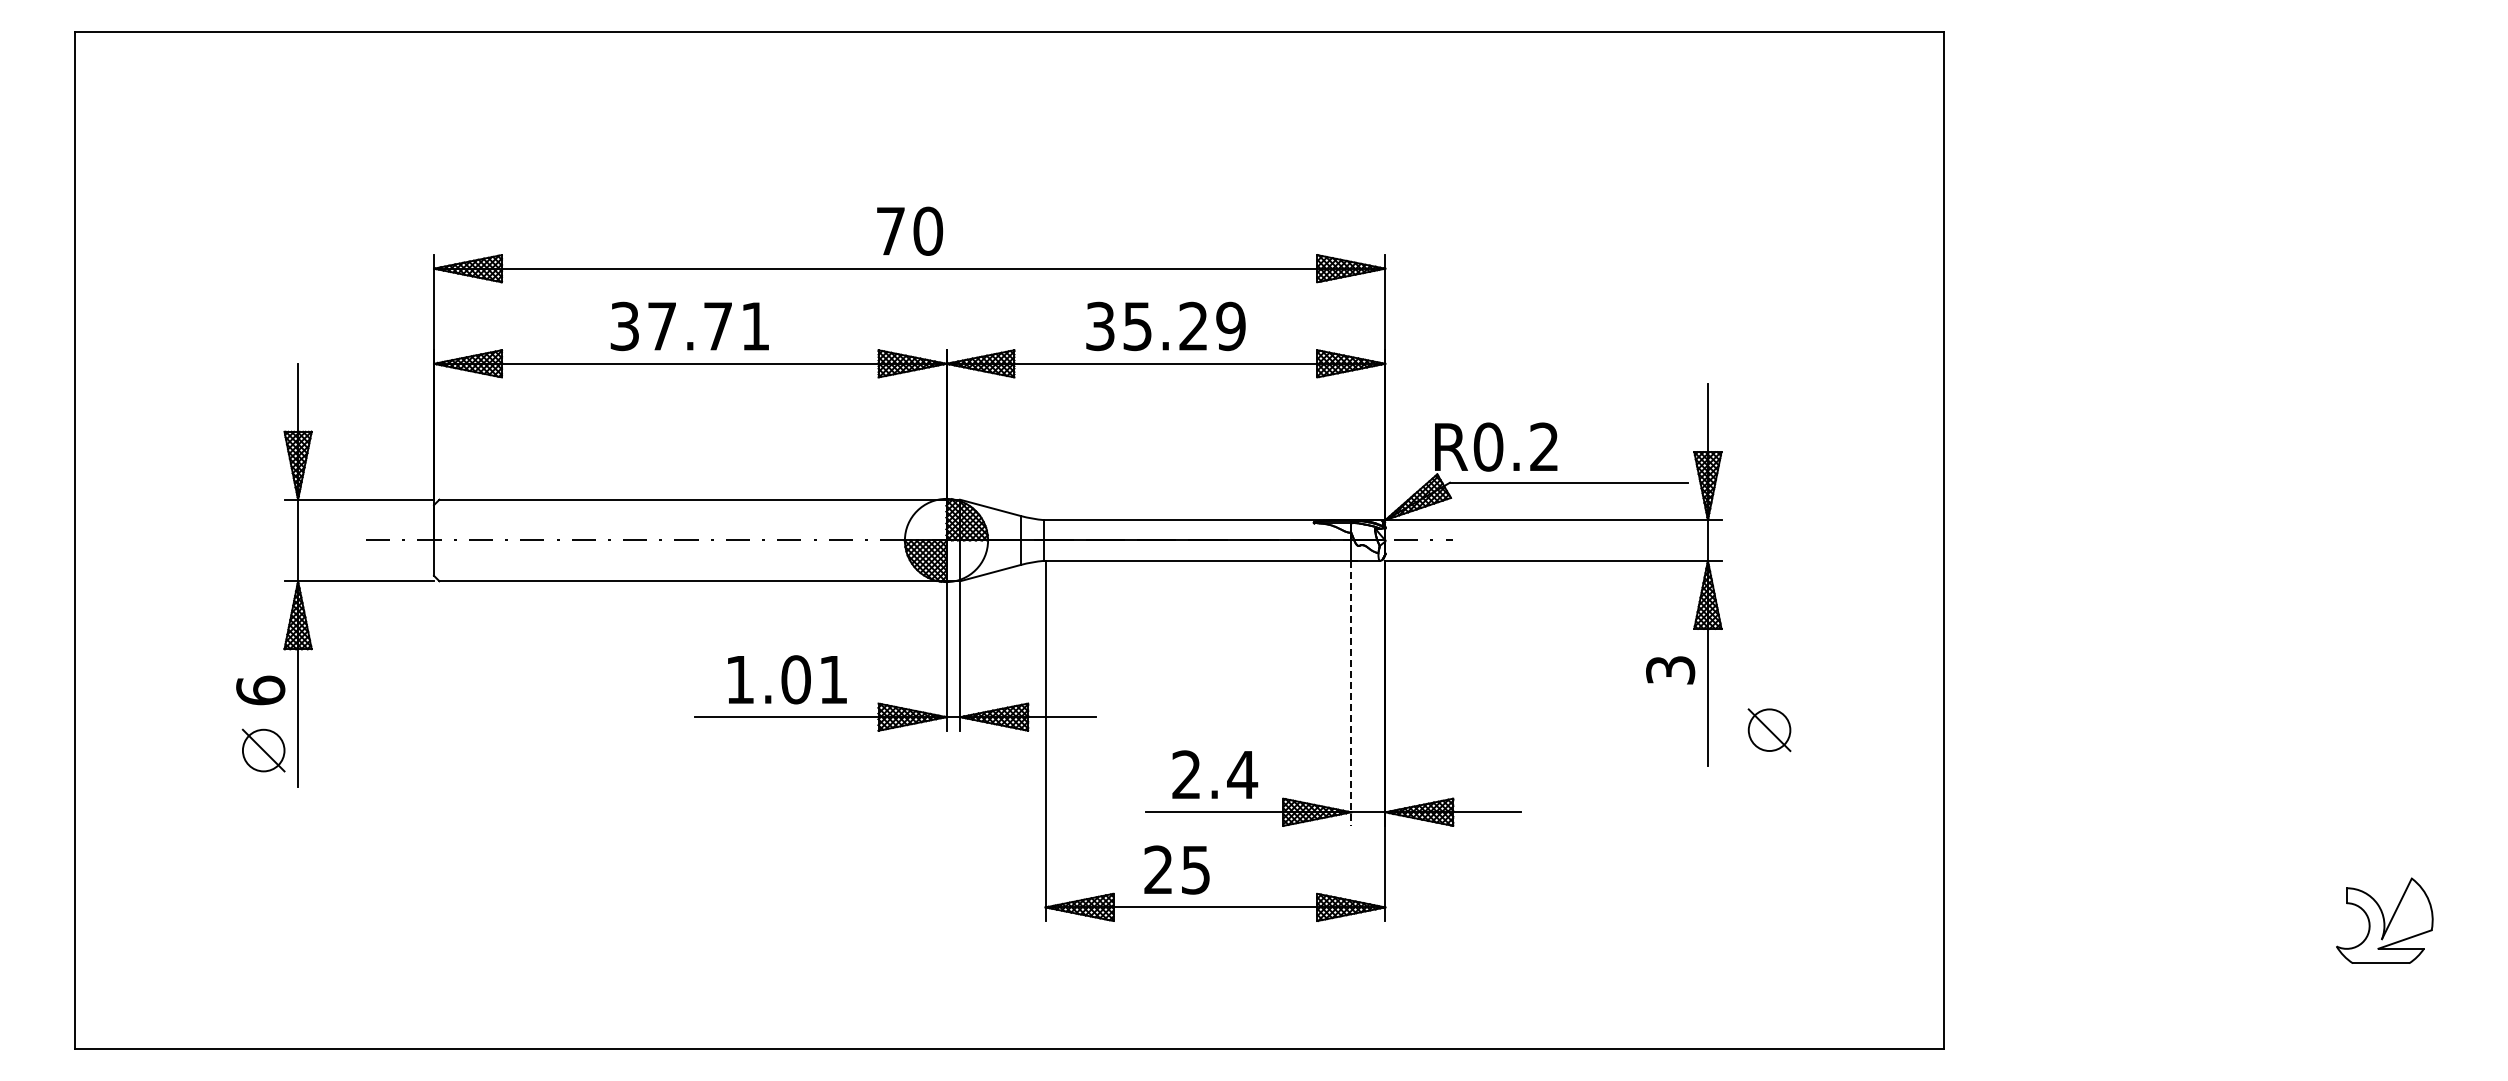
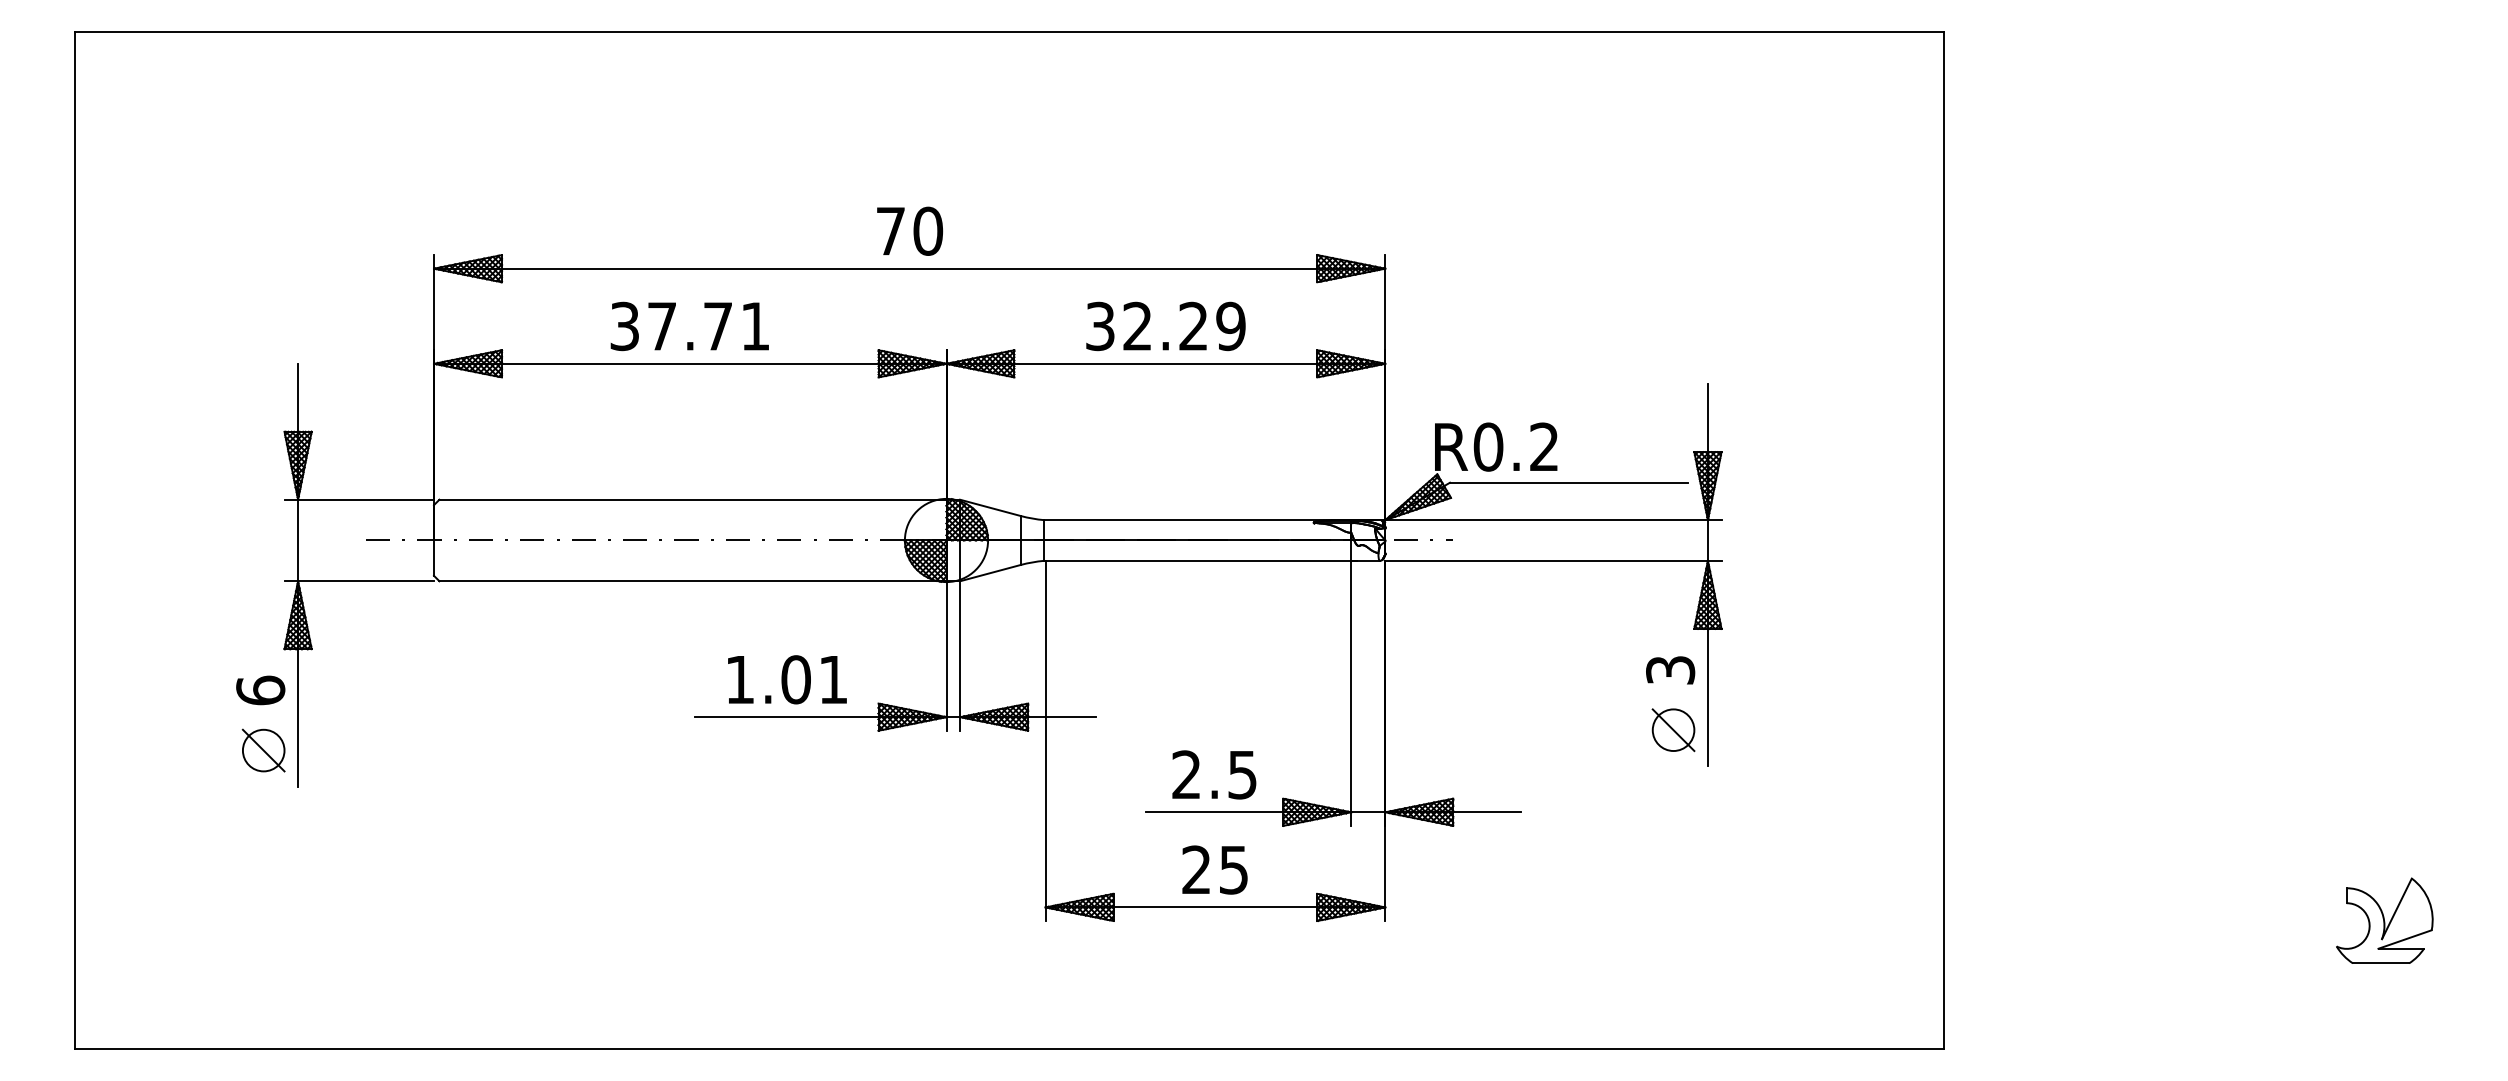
text at (1137, 326): 35.29 -> 32.29
line at (1351, 693): dashed -> solid
part at (1769, 730) position: (1769, 730) -> (1673, 730)
text at (1242, 775): 2.4 -> 2.5
text at (1176, 869) position: (1176, 869) -> (1214, 869)
